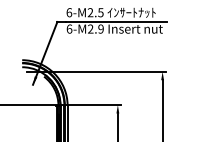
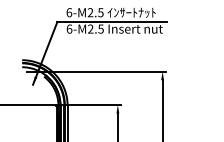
text at (100, 28): 6-M2.9 -> 6-M2.5
